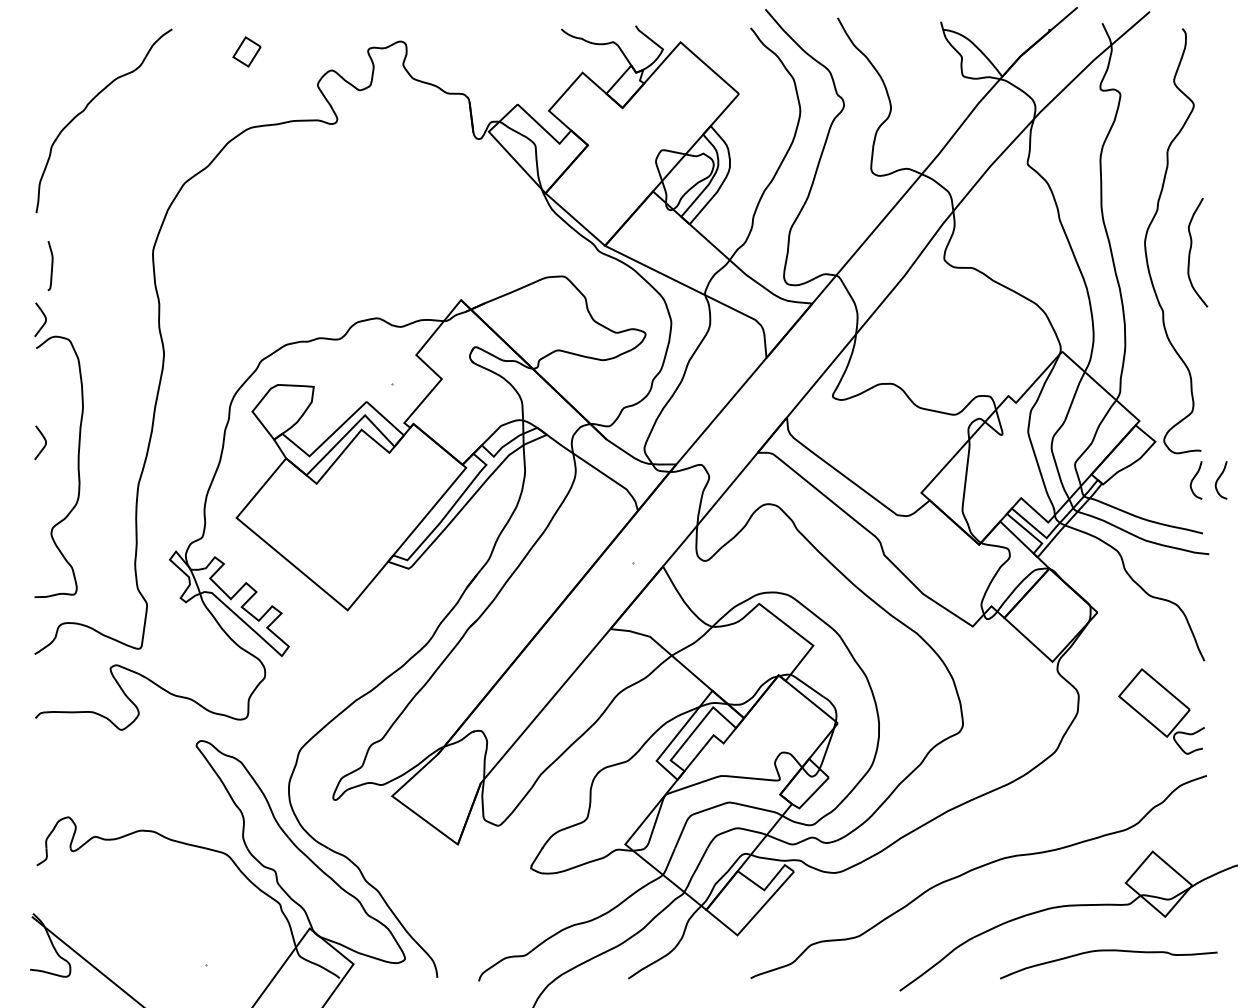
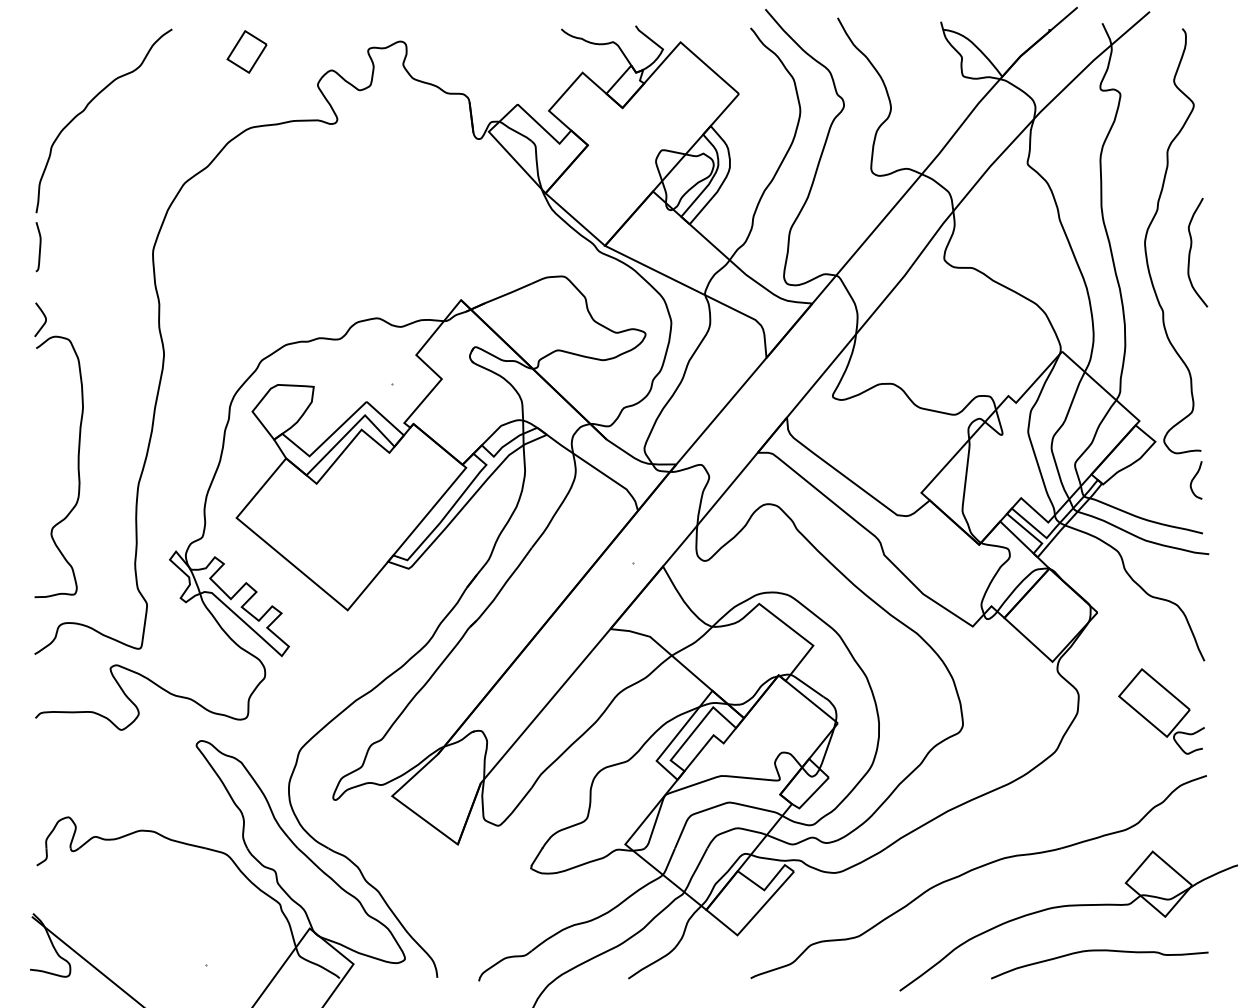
part at (246, 51) size: 30x32 px -> 42x44 px
curve at (51, 266) position: (51, 266) -> (39, 247)
curve at (44, 440): present -> none
curve at (1218, 480): present -> none
curve at (1108, 951) position: (1108, 951) -> (1099, 951)
